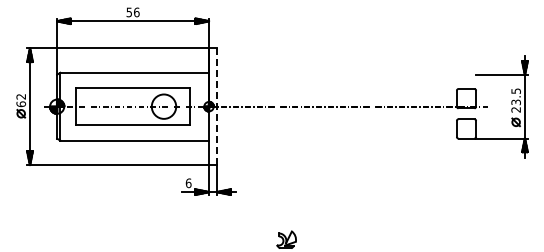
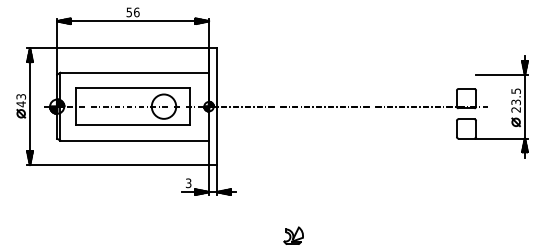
text at (21, 100): 62 -> 43
line at (217, 106): dashed -> solid
text at (188, 183): 6 -> 3
part at (286, 239) position: (286, 239) -> (293, 235)
